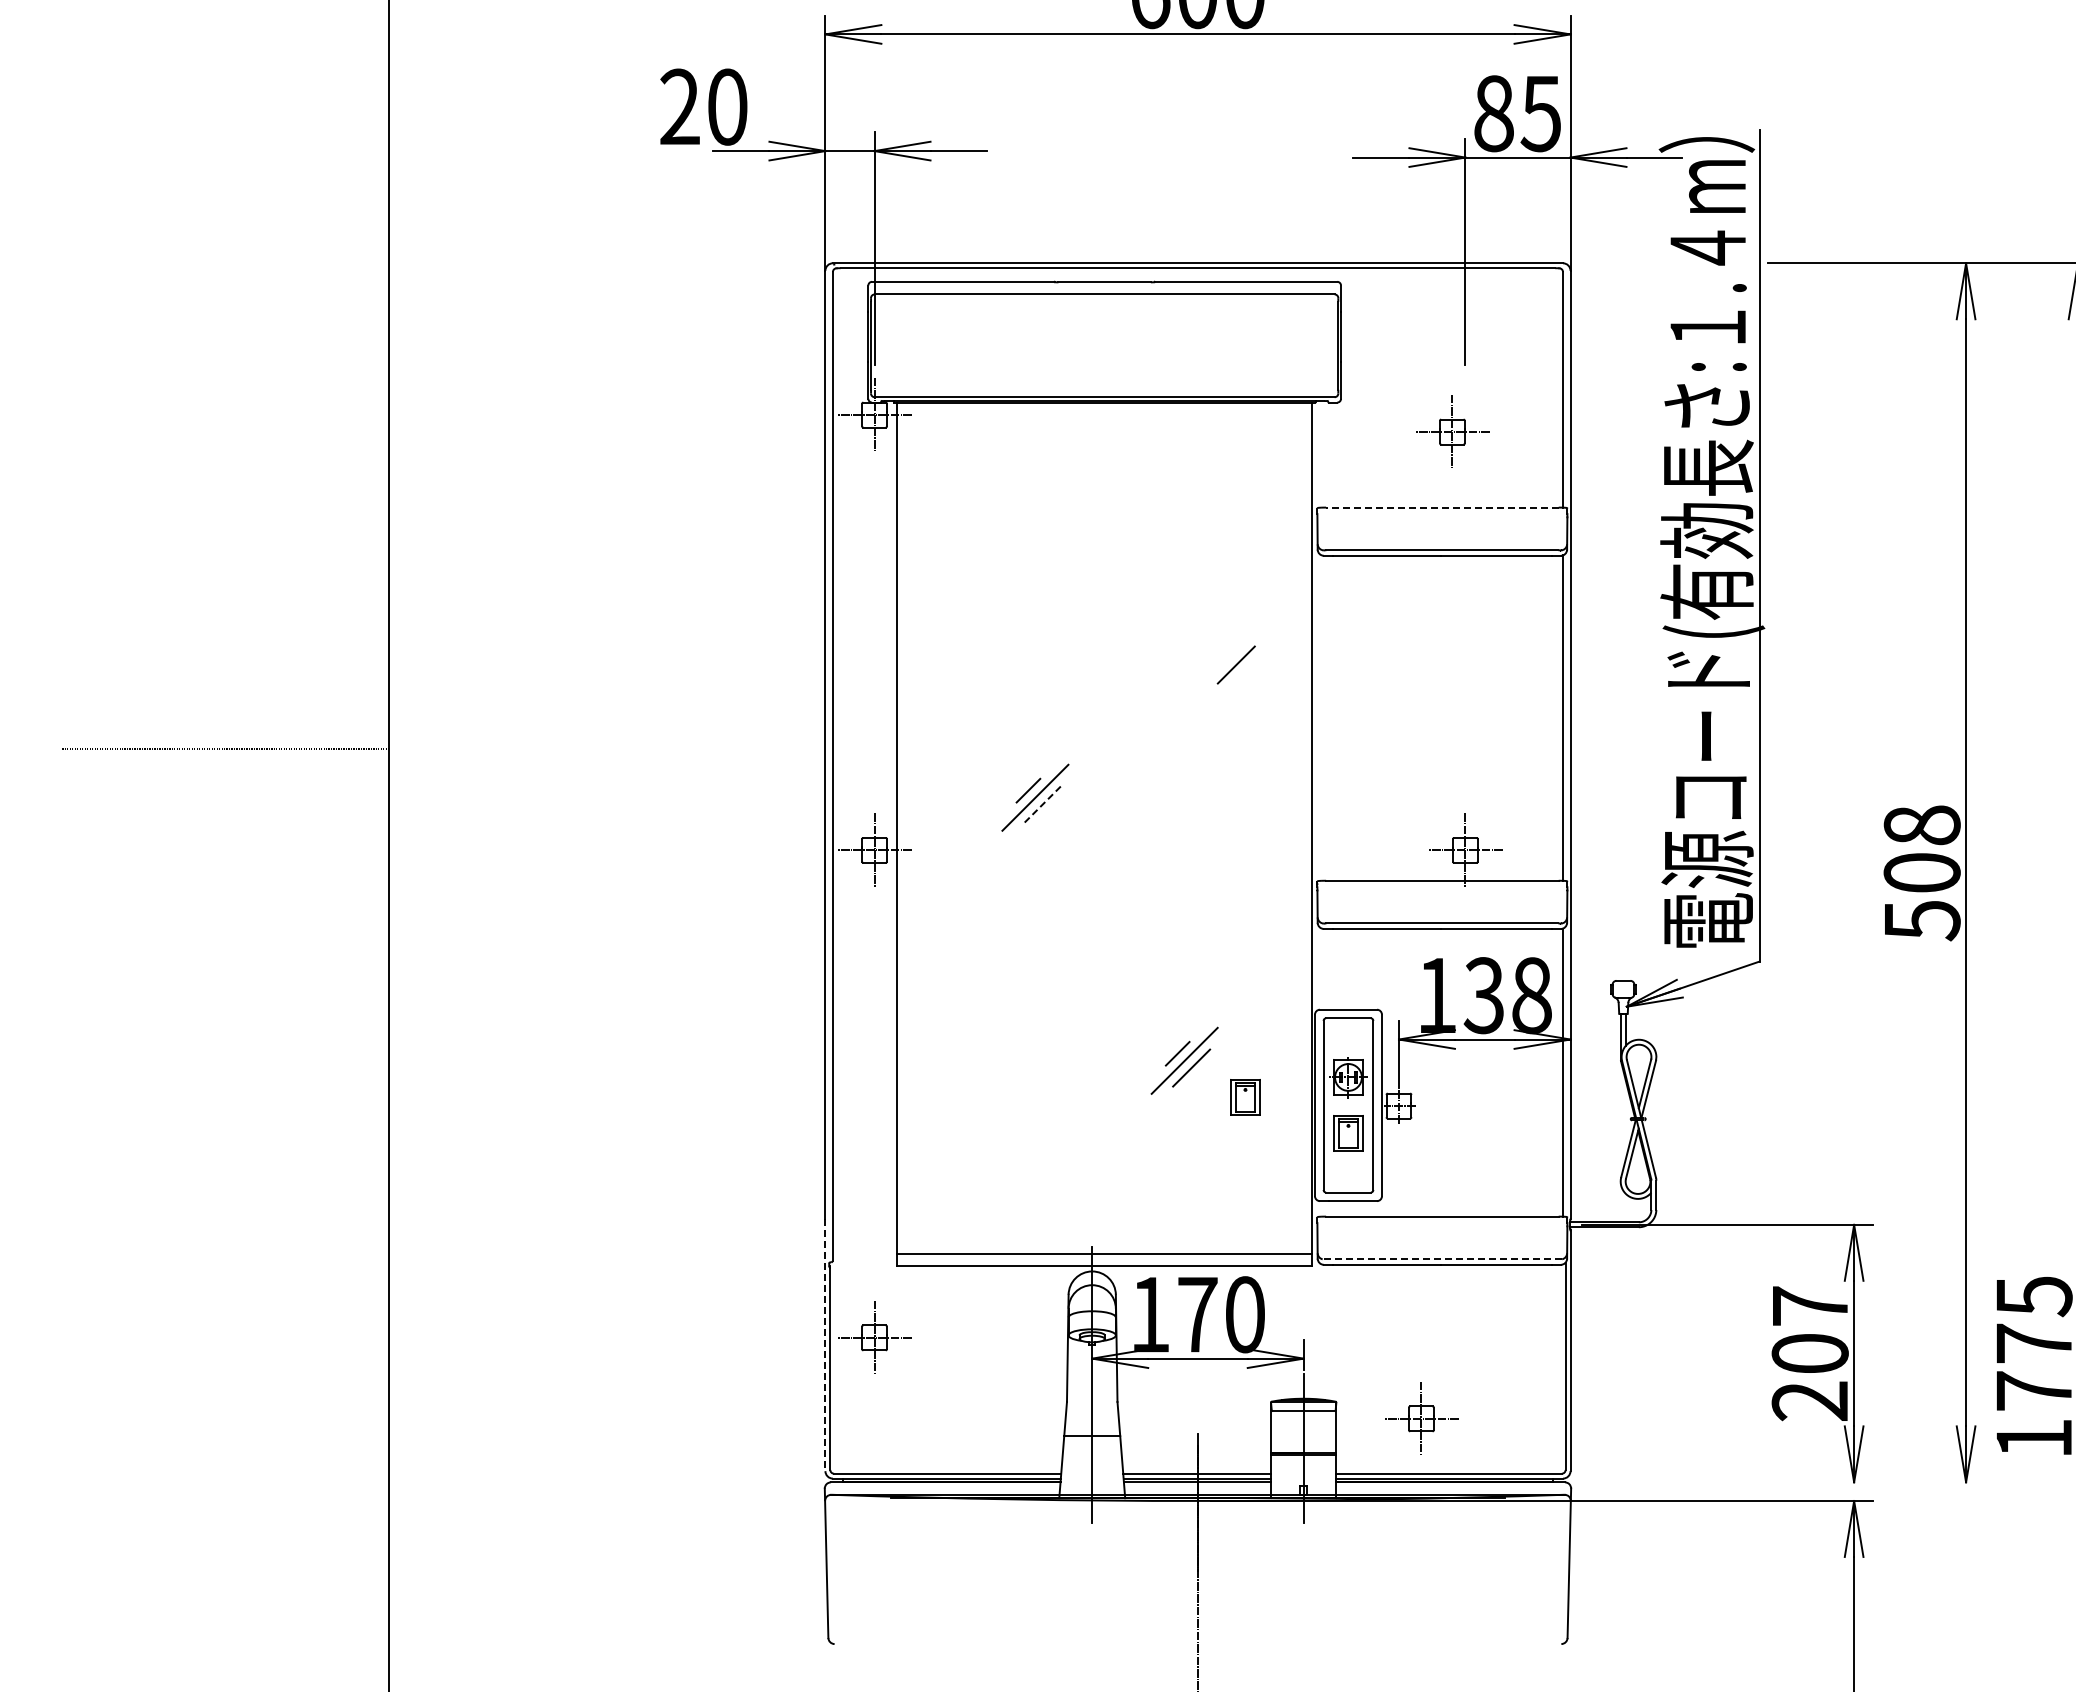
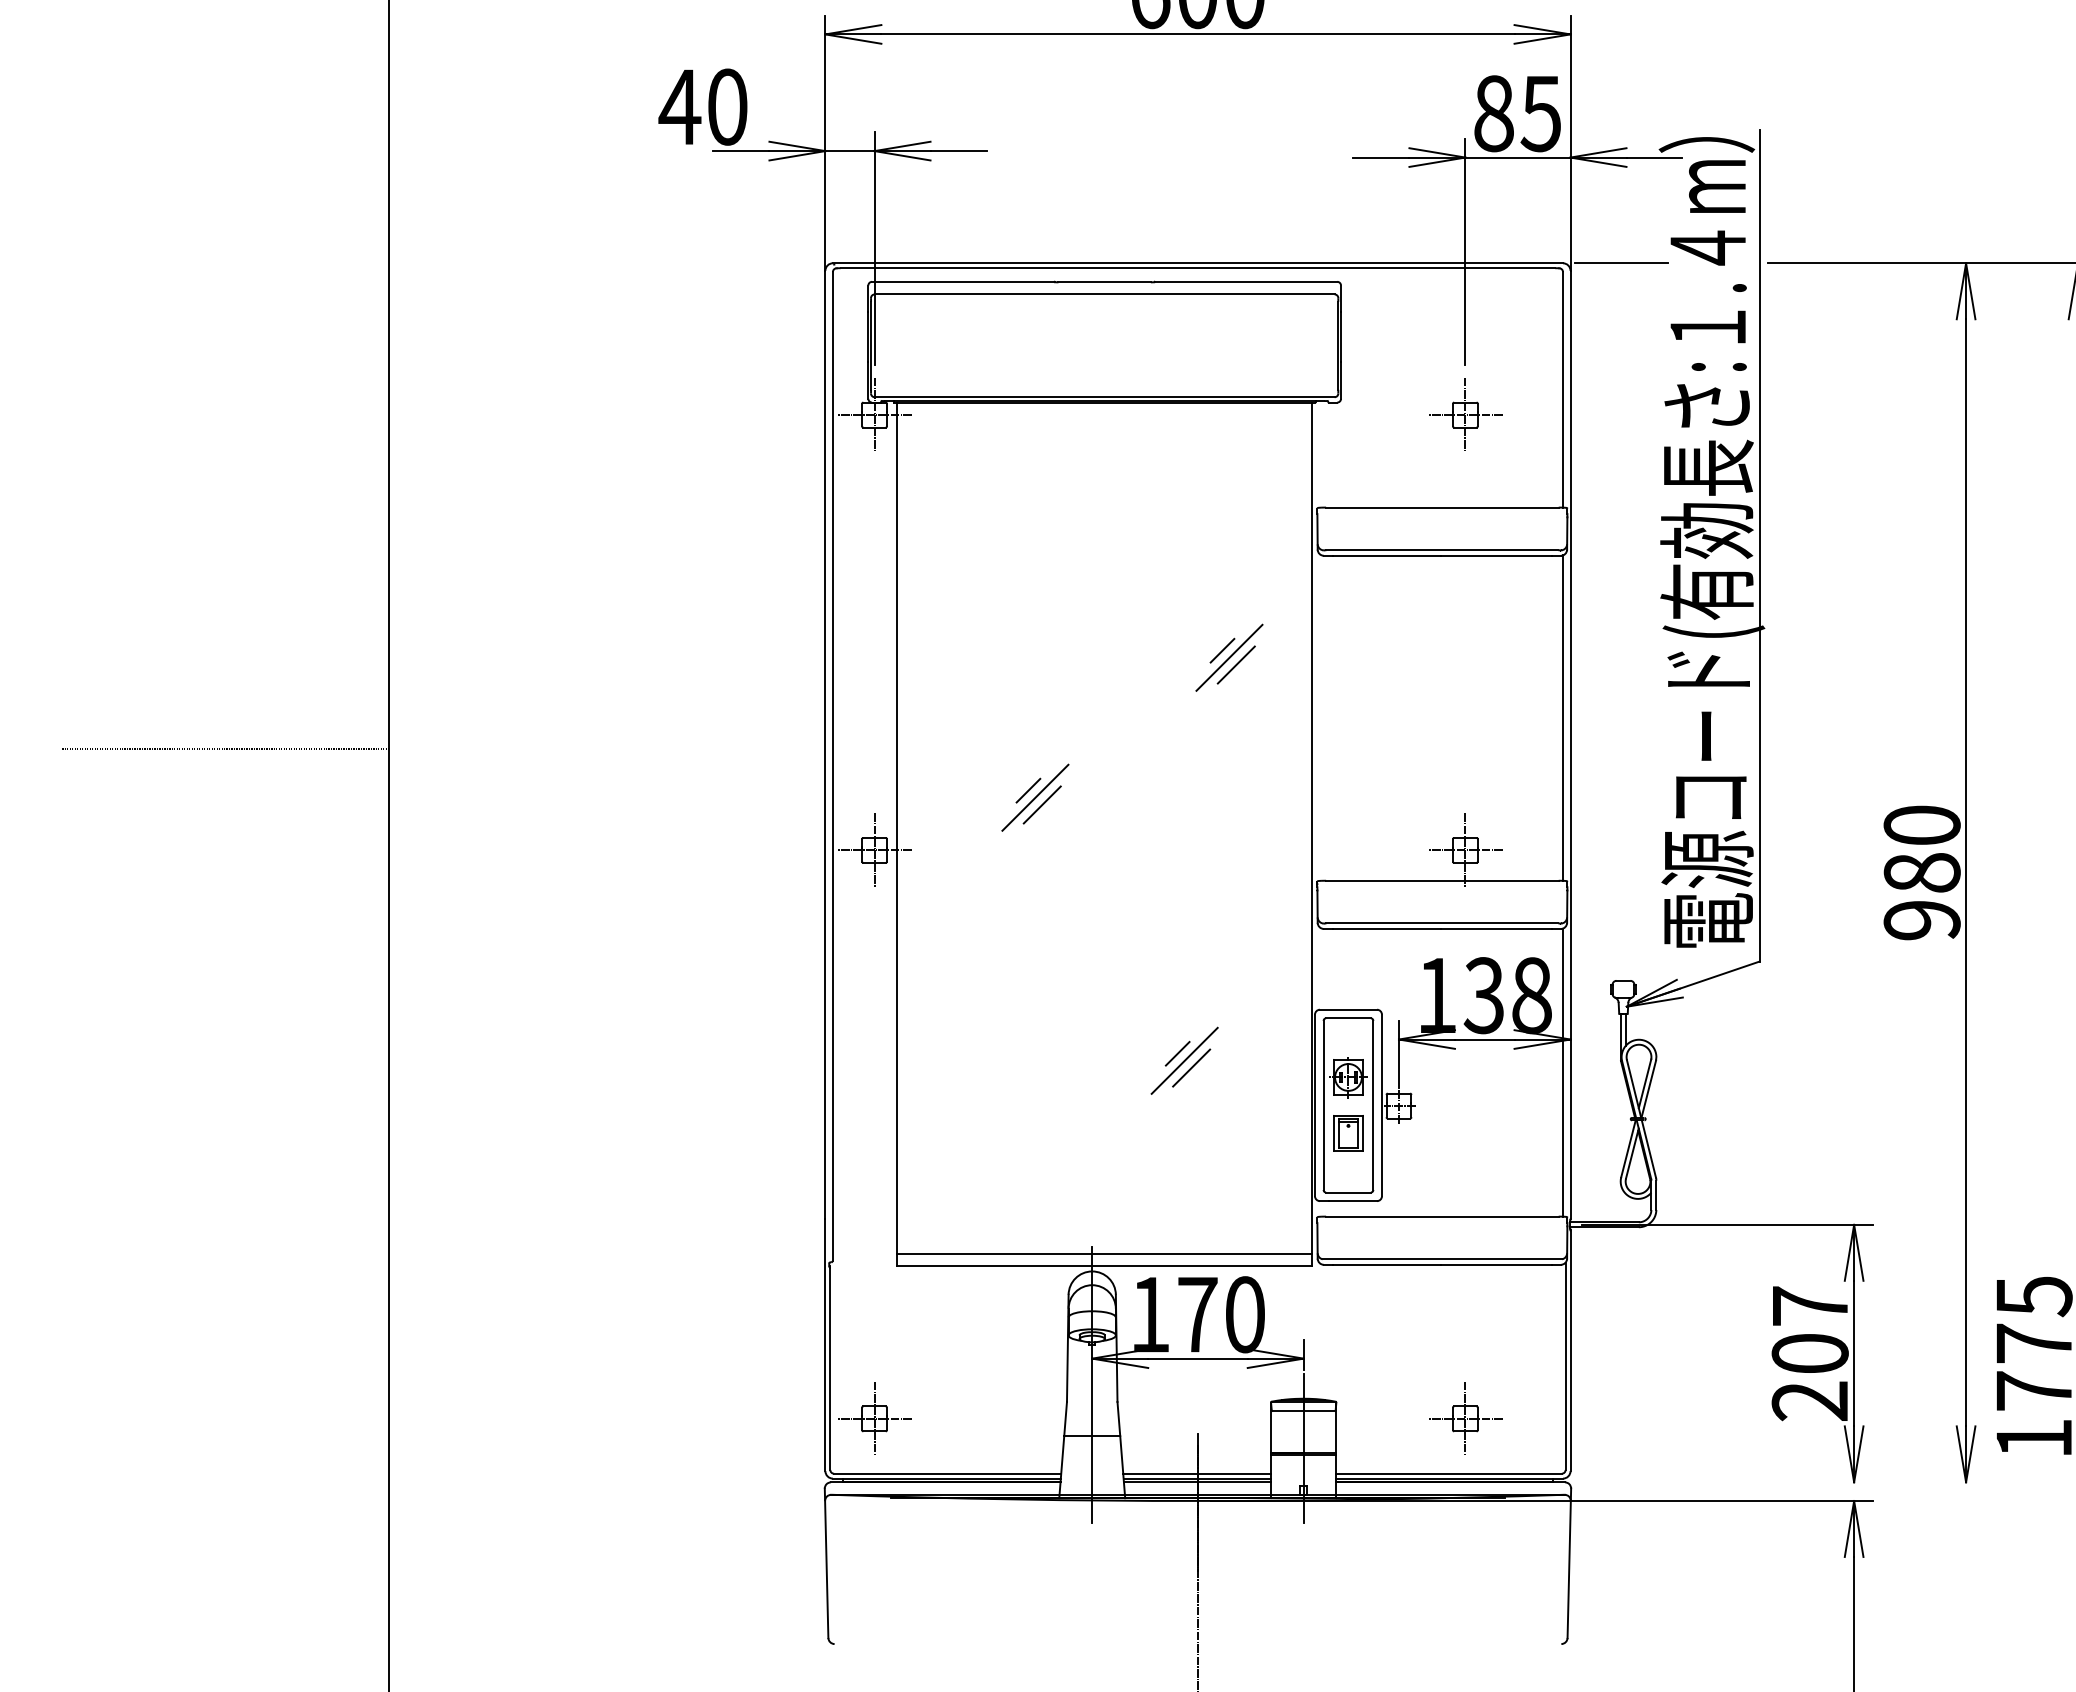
text at (679, 106): 20 -> 40
line at (1621, 263): none -> present
part at (1452, 431) position: (1452, 431) -> (1465, 414)
line at (1441, 507): dashed -> solid
line at (1222, 650): none -> present
line at (1229, 657): none -> present
line at (1041, 805): dashed -> solid
text at (1921, 873): 508 -> 980
part at (1245, 1097): present -> none
line at (1442, 1259): dashed -> solid
part at (874, 1337) position: (874, 1337) -> (874, 1418)
line at (825, 1345): dashed -> solid
part at (1421, 1418) position: (1421, 1418) -> (1465, 1418)
